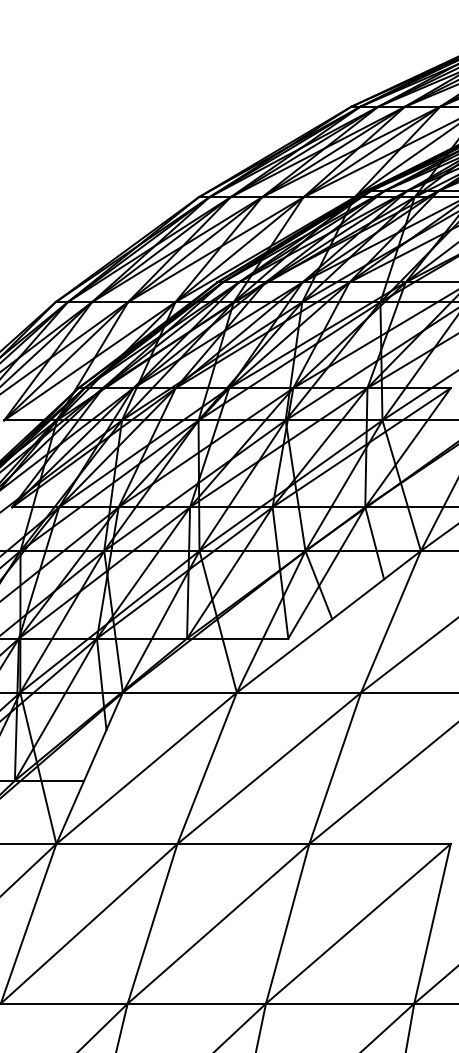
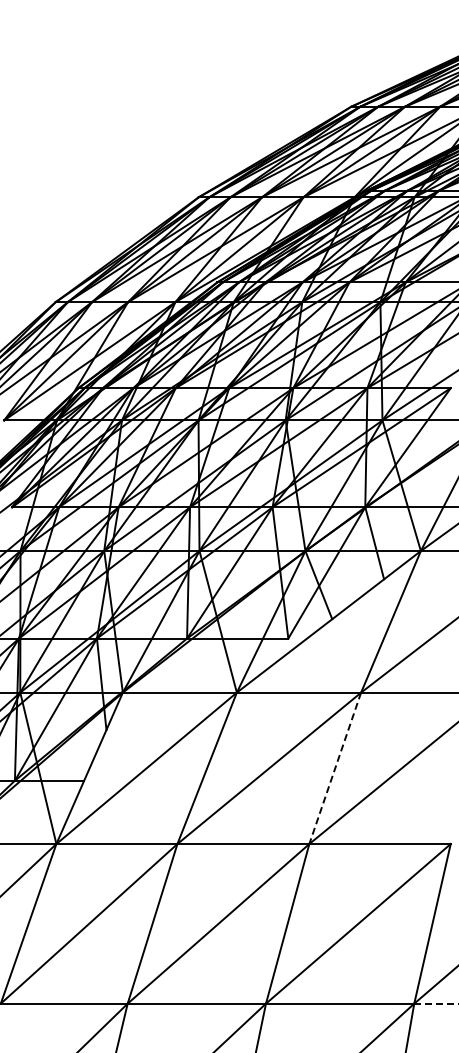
line at (335, 768): solid -> dashed
line at (436, 1003): solid -> dashed
